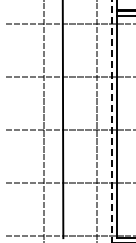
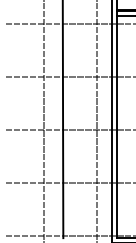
line at (111, 121): dashed -> solid
